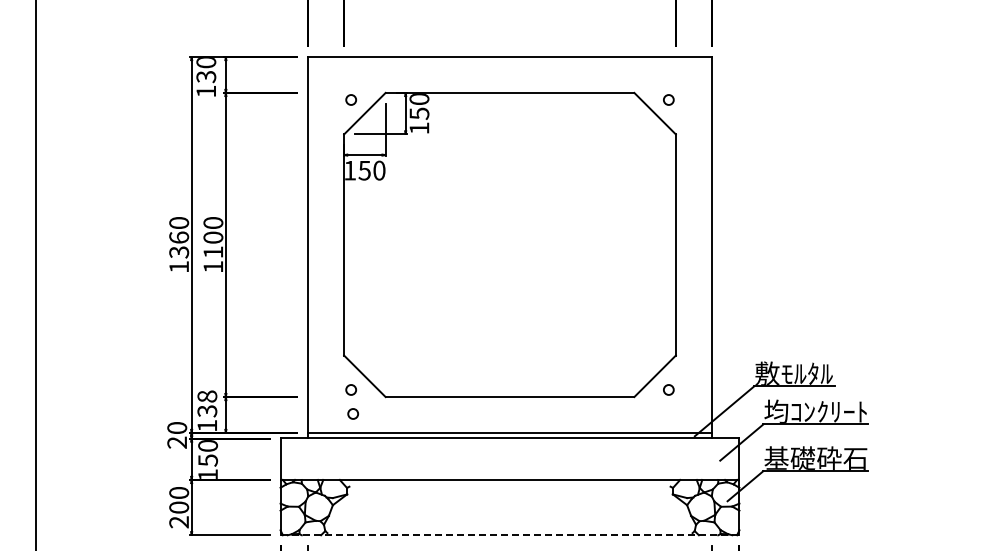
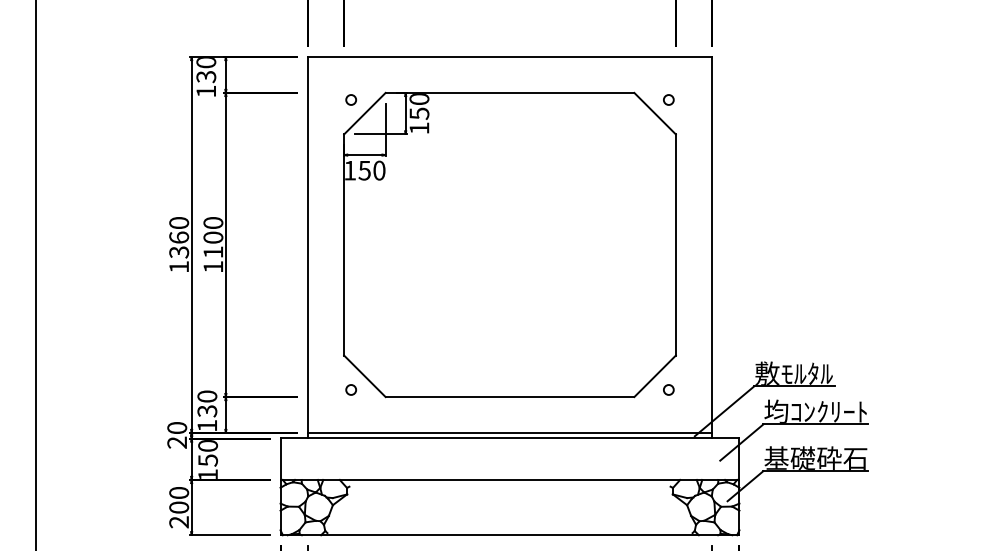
text at (207, 396): 138 -> 130
circle at (352, 413): present -> none
line at (510, 535): dashed -> solid
